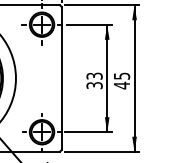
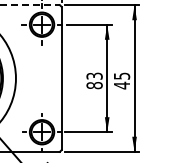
line at (30, 5): solid -> dashed
text at (94, 85): 33 -> 83
